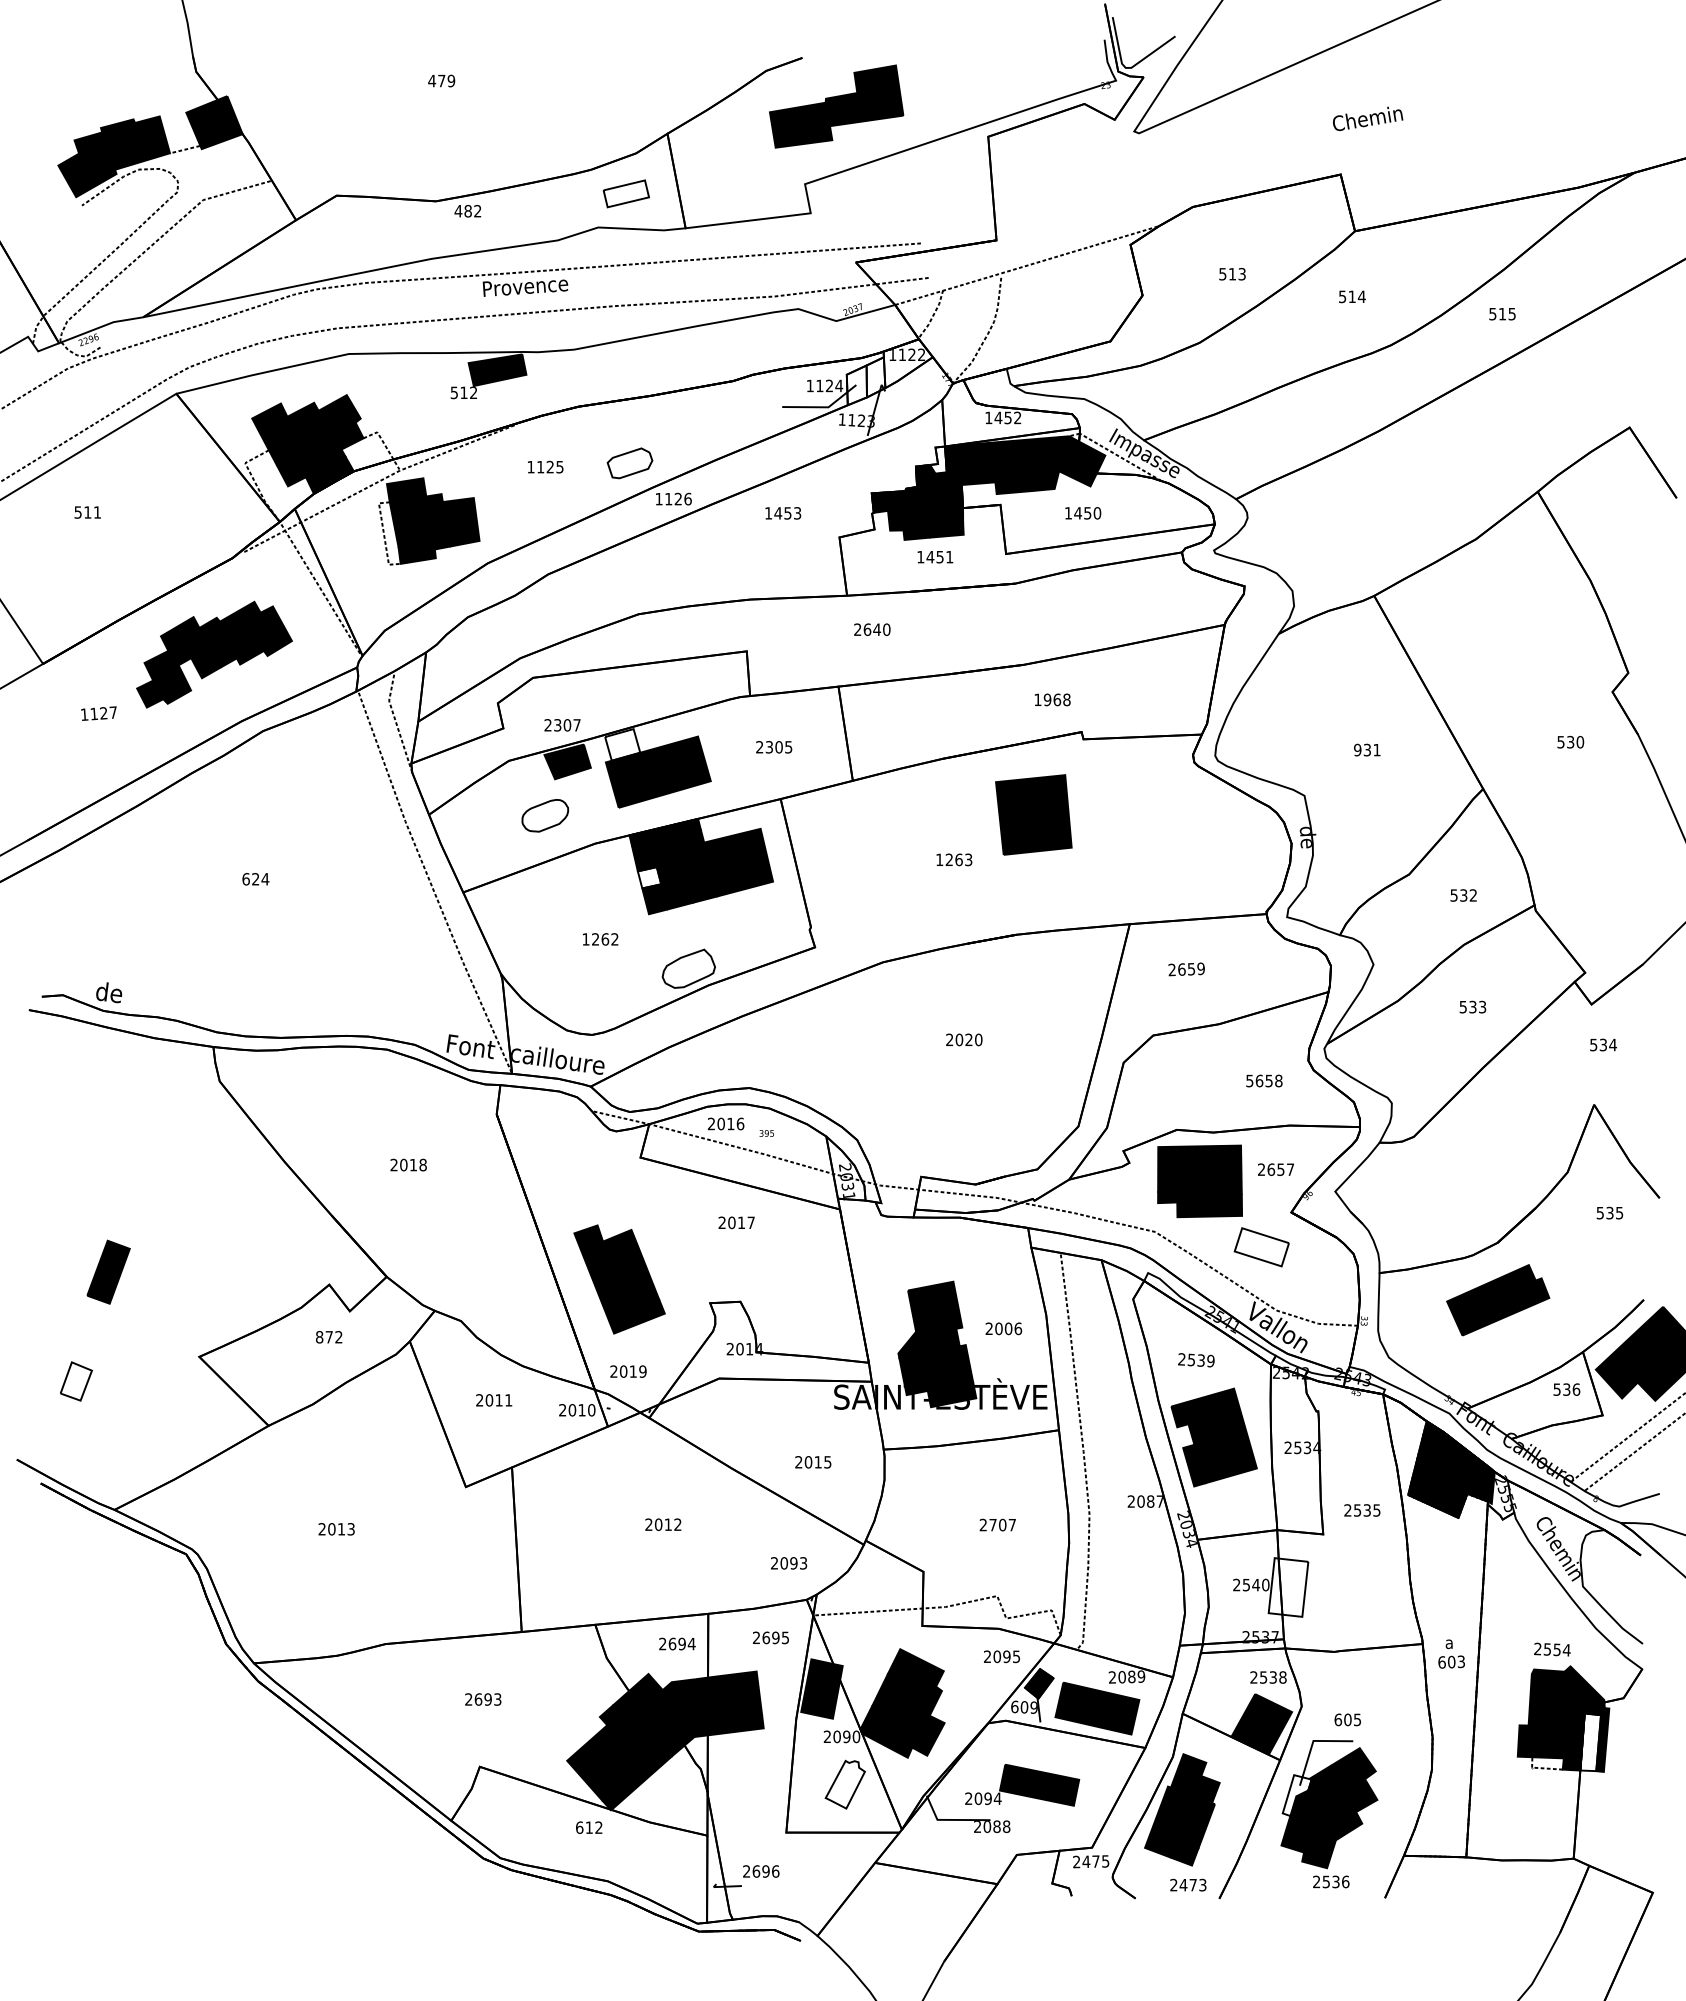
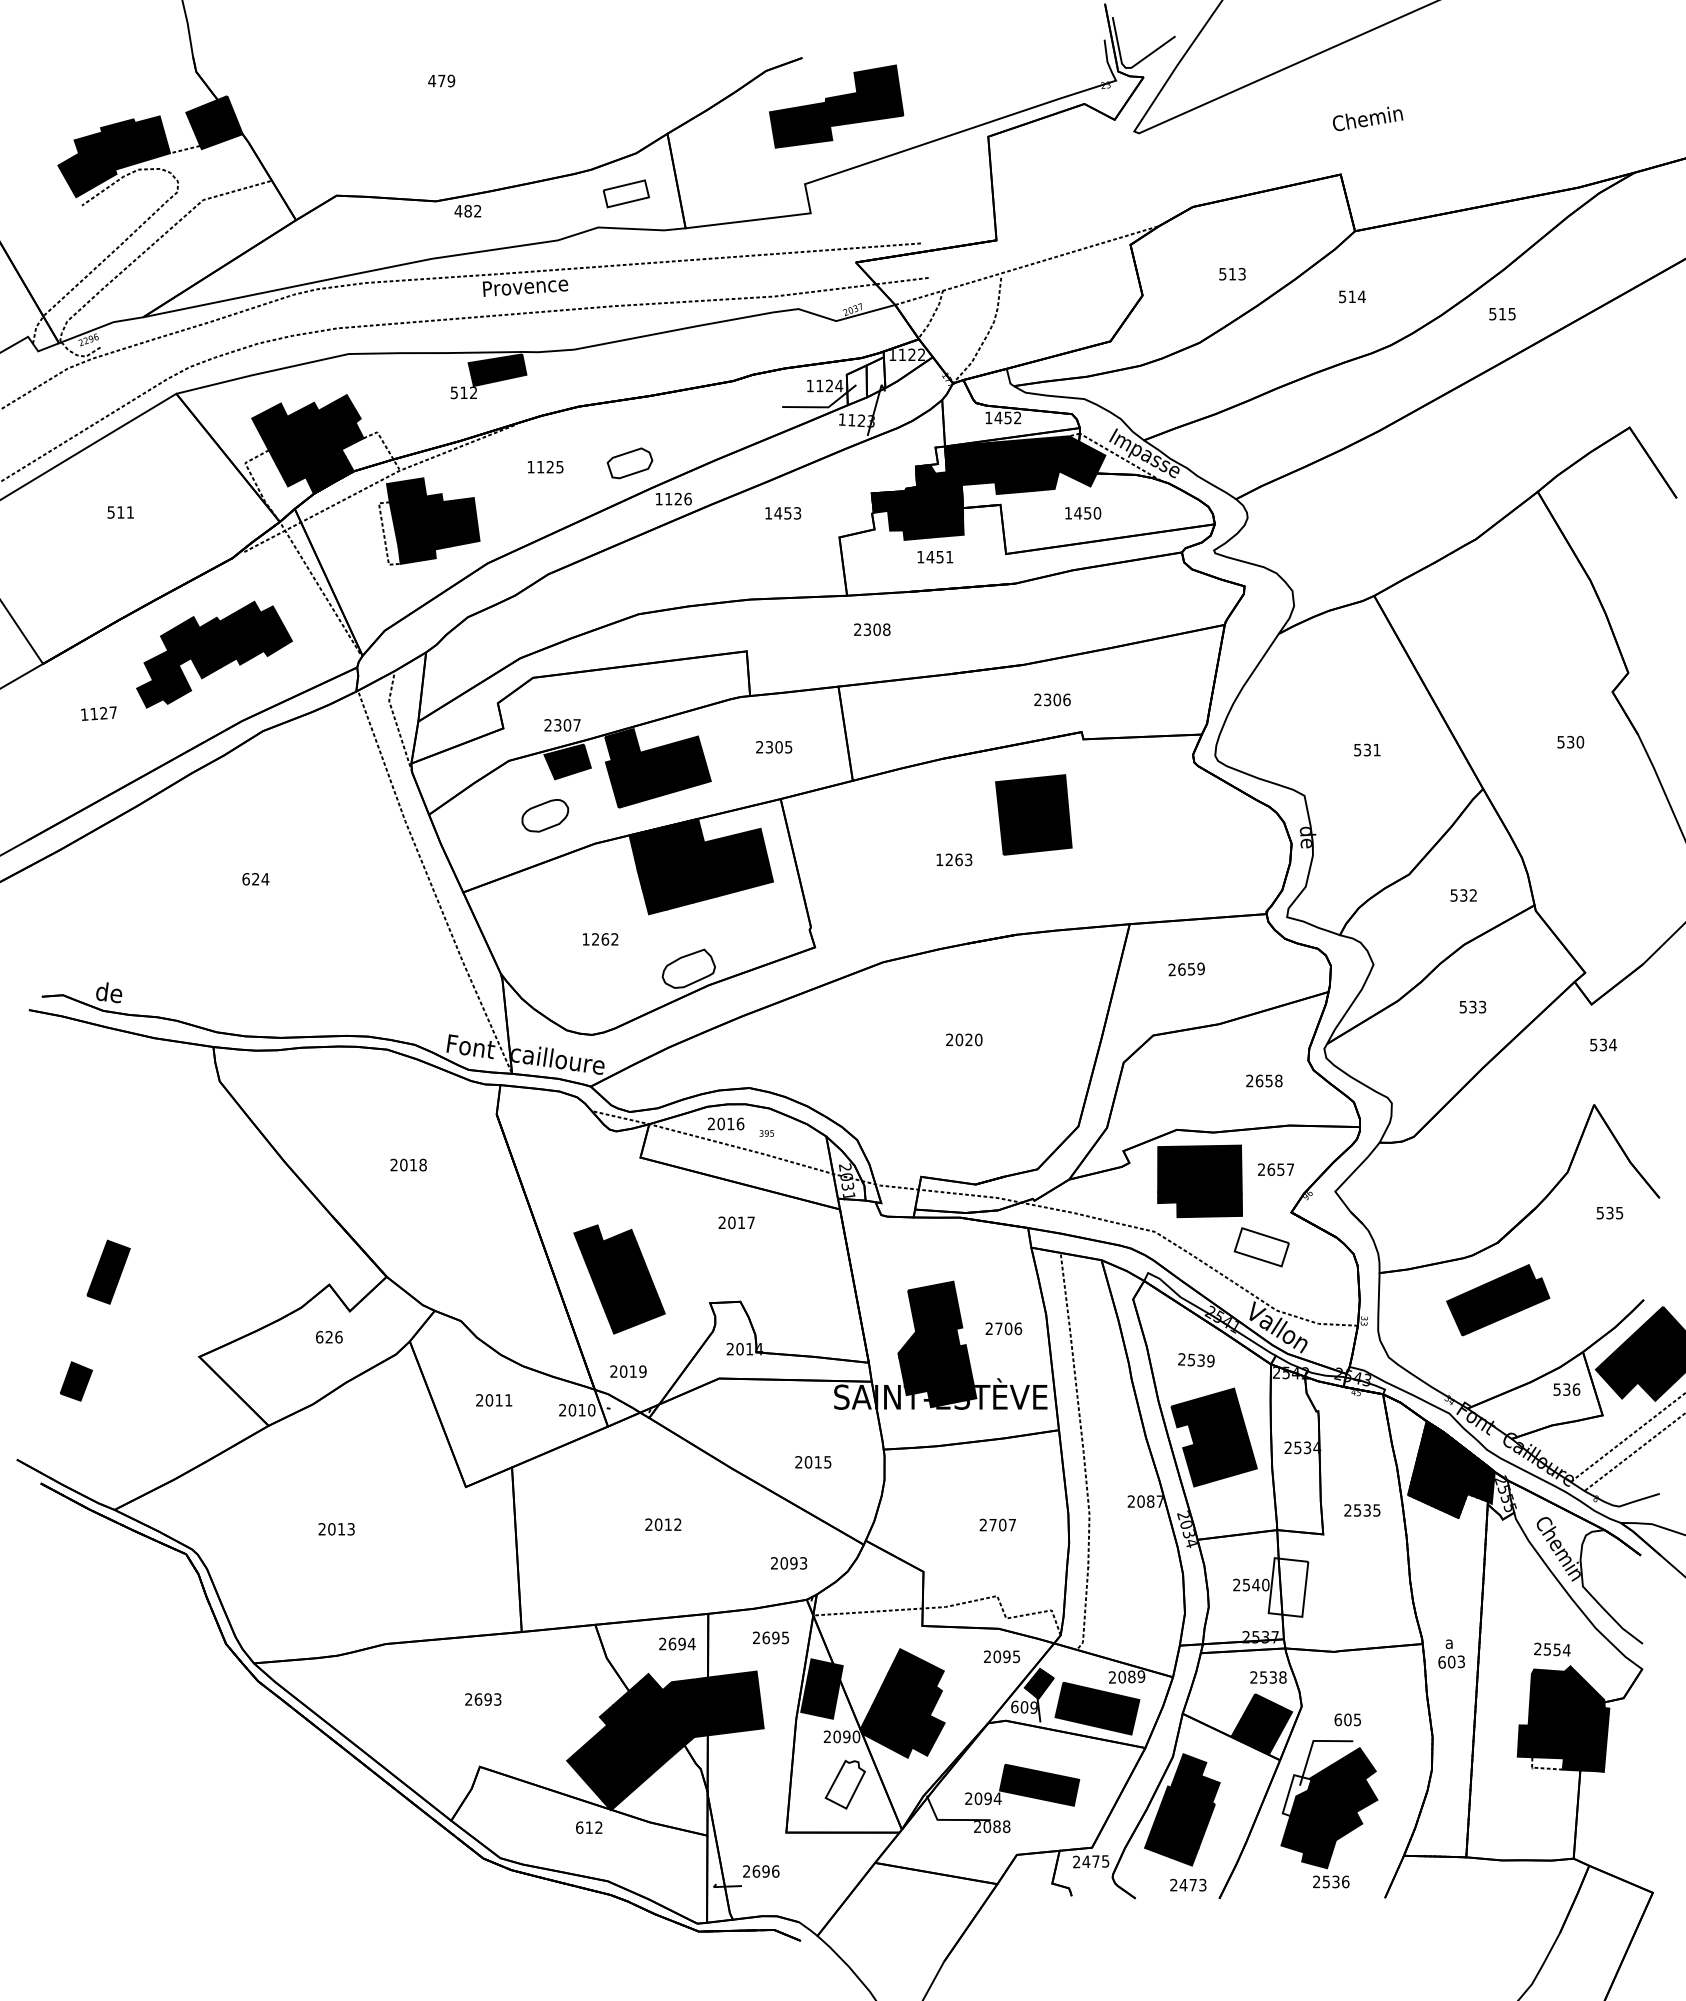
text at (87, 512) position: (87, 512) -> (120, 512)
text at (876, 629): 2640 -> 2308
text at (1052, 699): 1968 -> 2306
fill at (622, 744): none -> present
text at (1357, 749): 931 -> 531
fill at (649, 877): none -> present
text at (1249, 1080): 5658 -> 2658
text at (998, 1328): 2006 -> 2706
text at (329, 1337): 872 -> 626
fill at (75, 1381): none -> present
fill at (1590, 1742): none -> present
